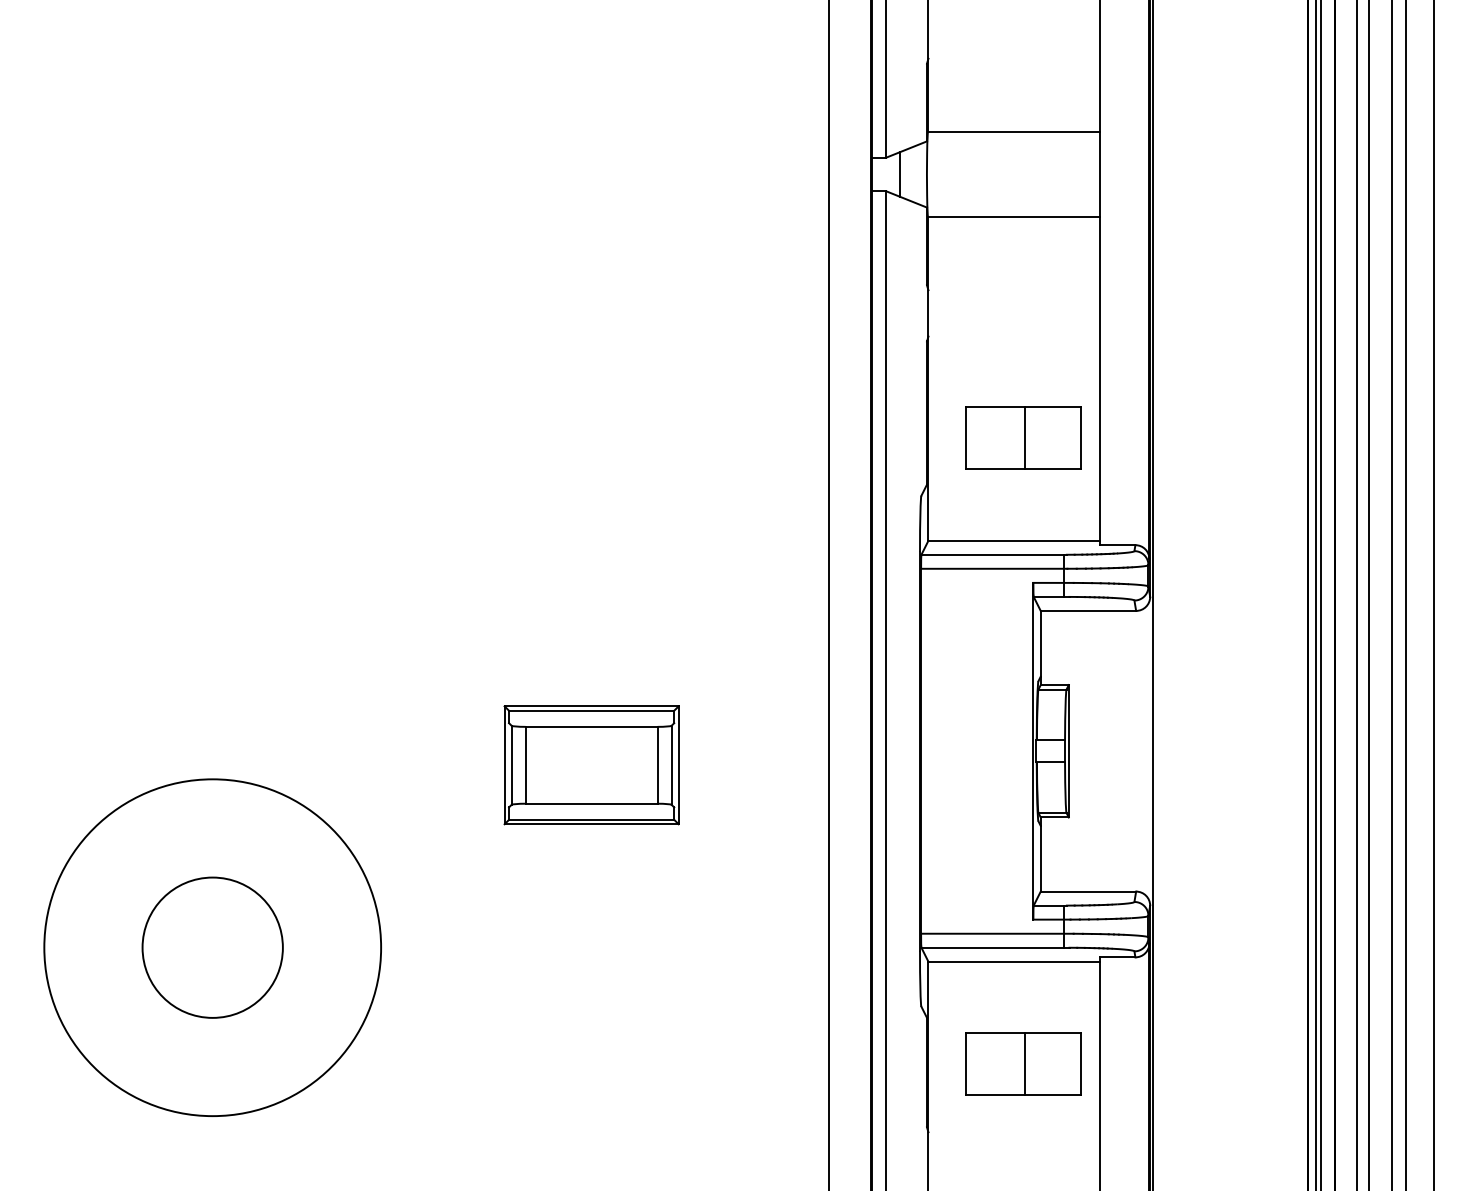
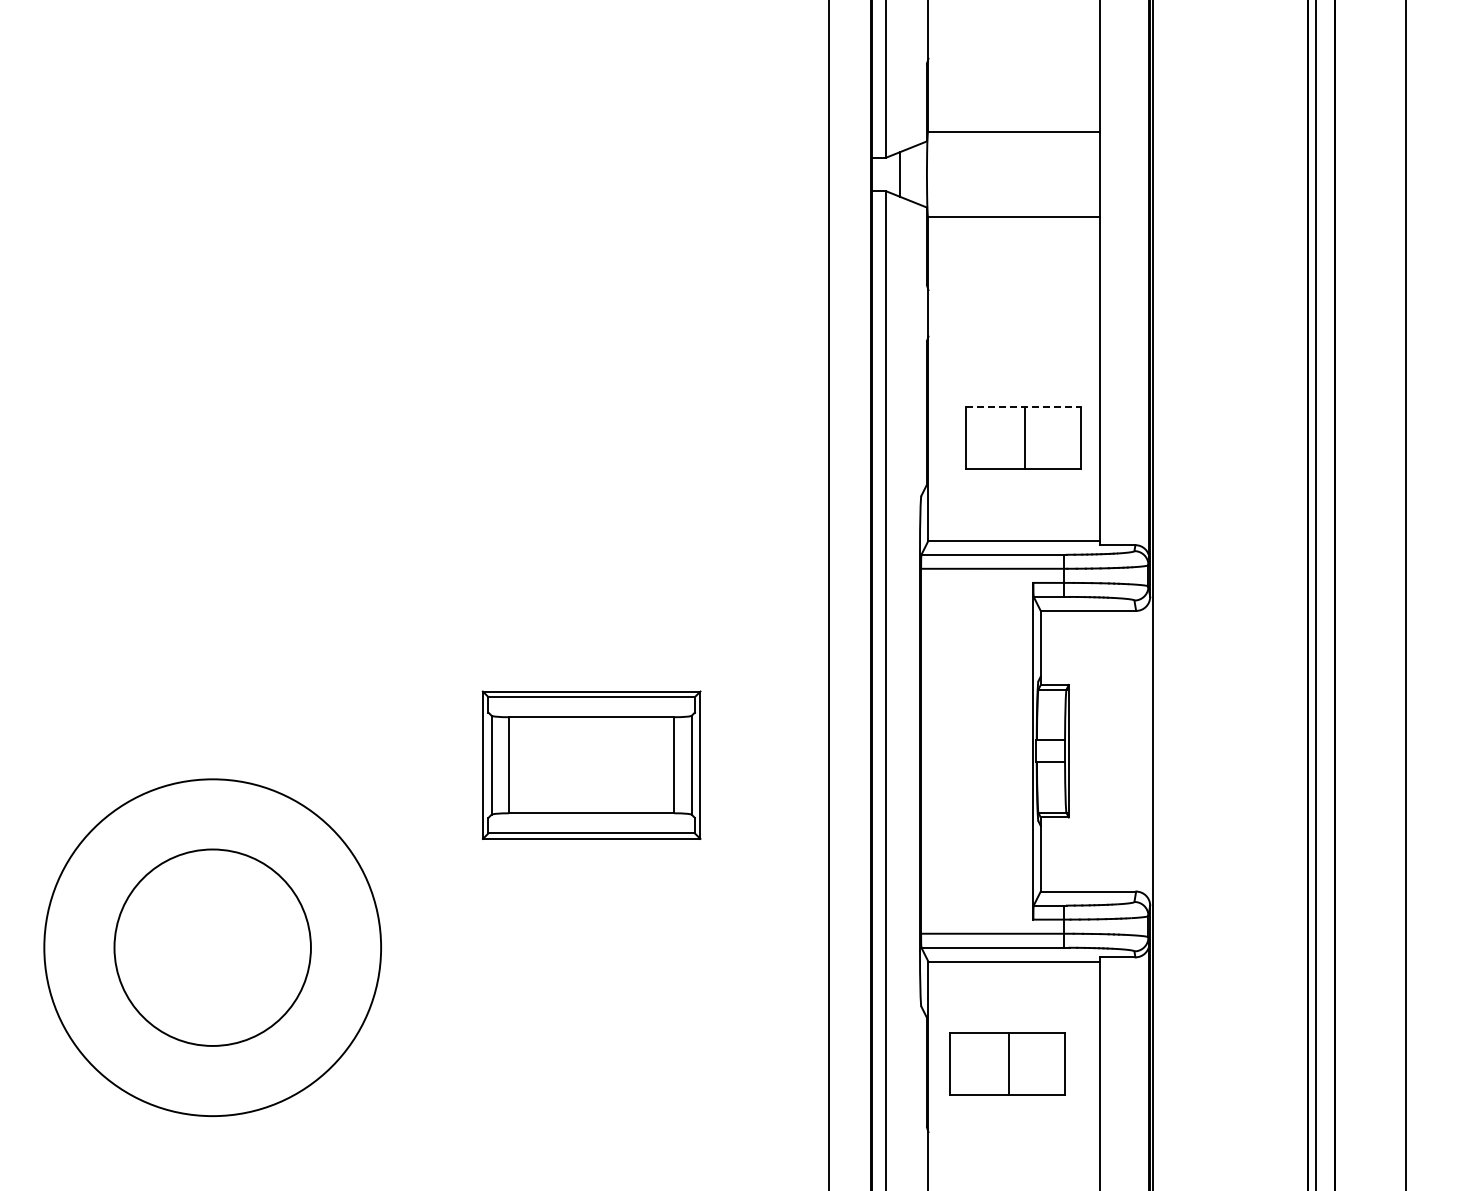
line at (1024, 407): solid -> dashed
line at (1320, 594): present -> none
line at (1357, 594): present -> none
line at (1369, 594): present -> none
line at (1391, 594): present -> none
line at (1433, 594): present -> none
part at (591, 765) size: 177x121 px -> 221x150 px
circle at (212, 947) diameter: 140 px -> 196 px
part at (1023, 1063) position: (1023, 1063) -> (1007, 1063)
